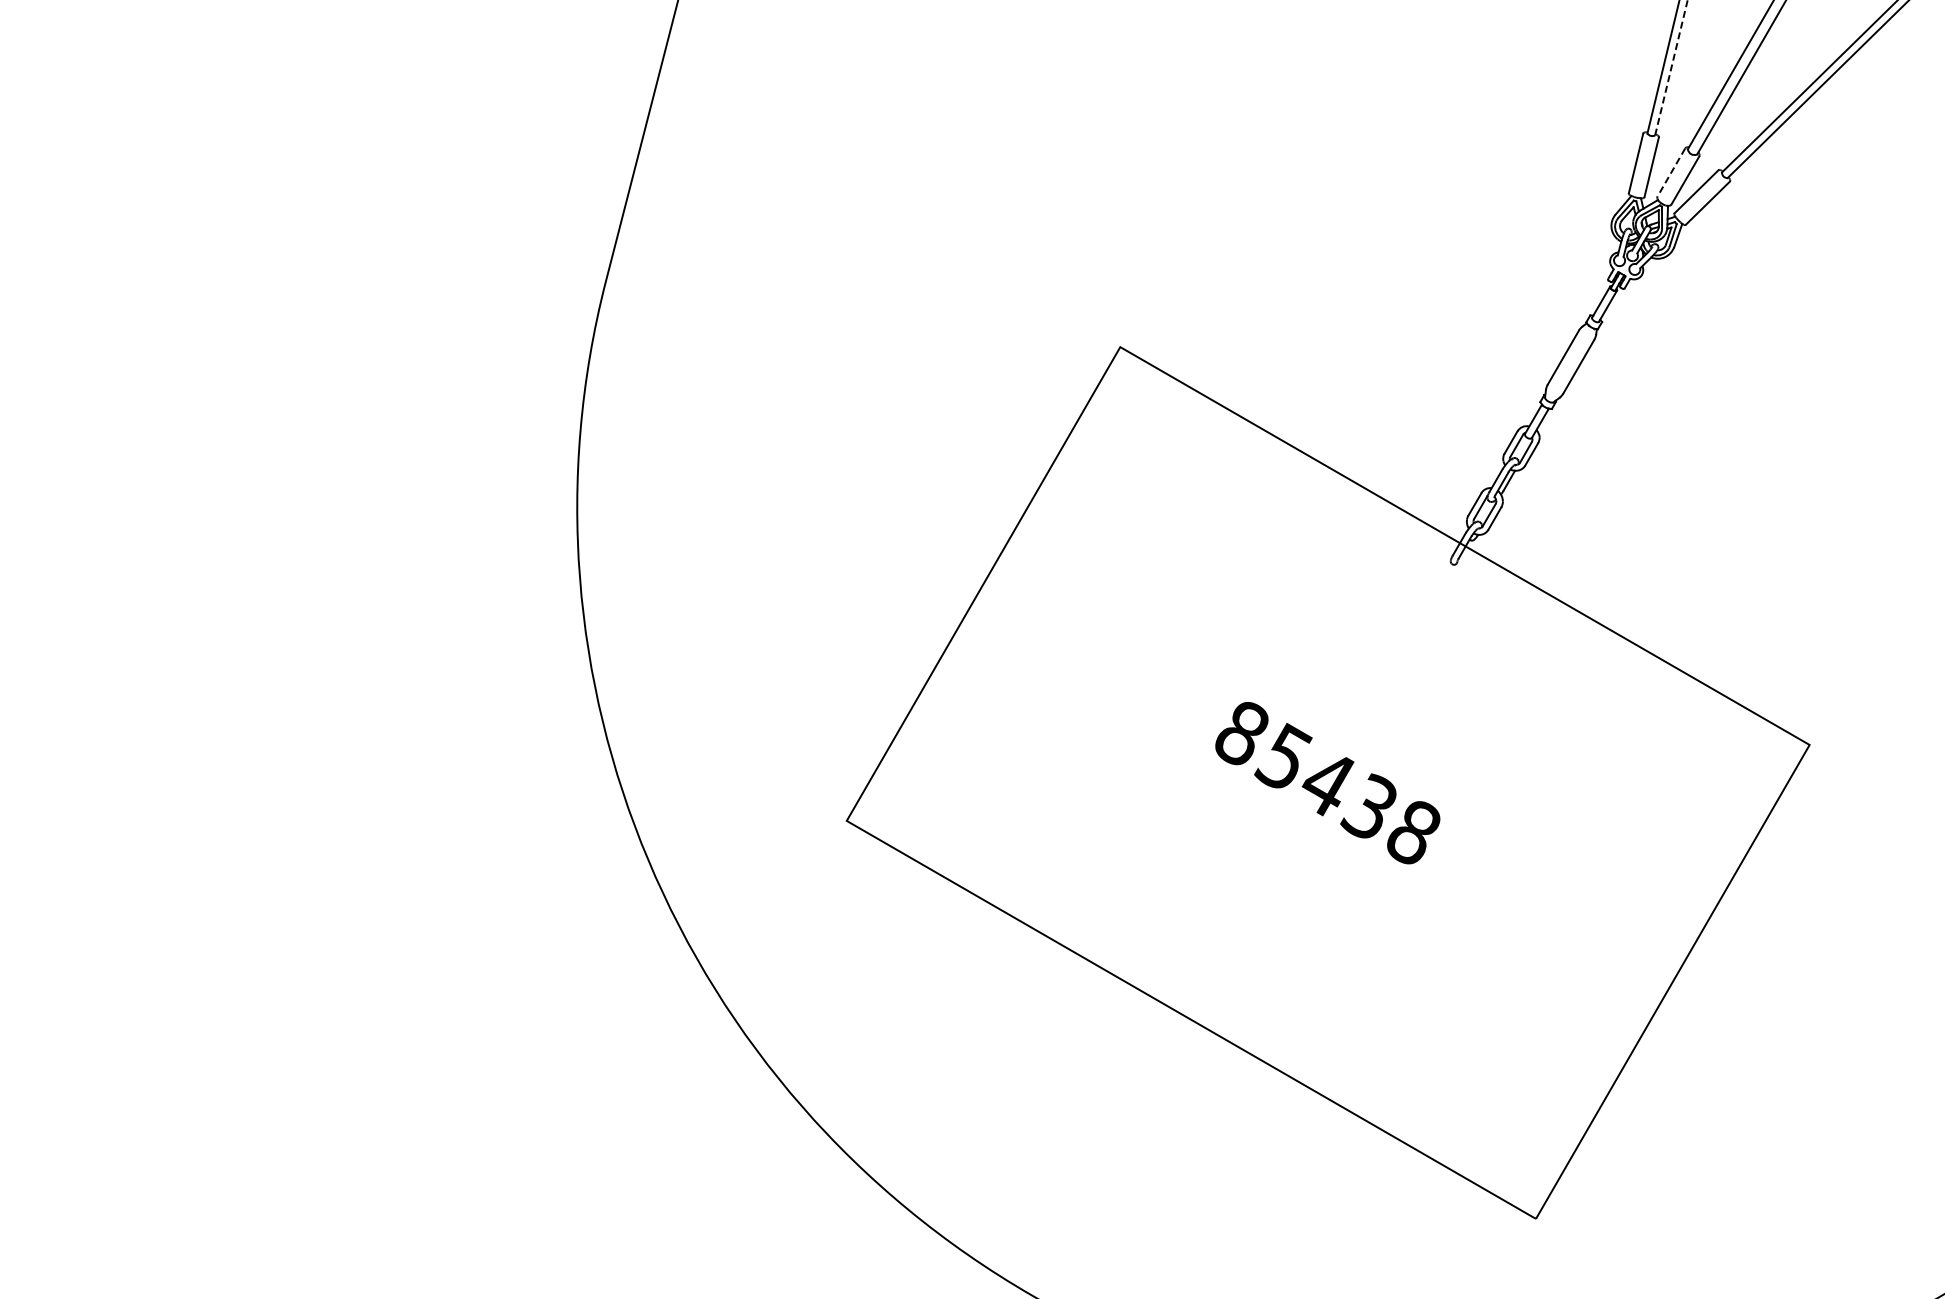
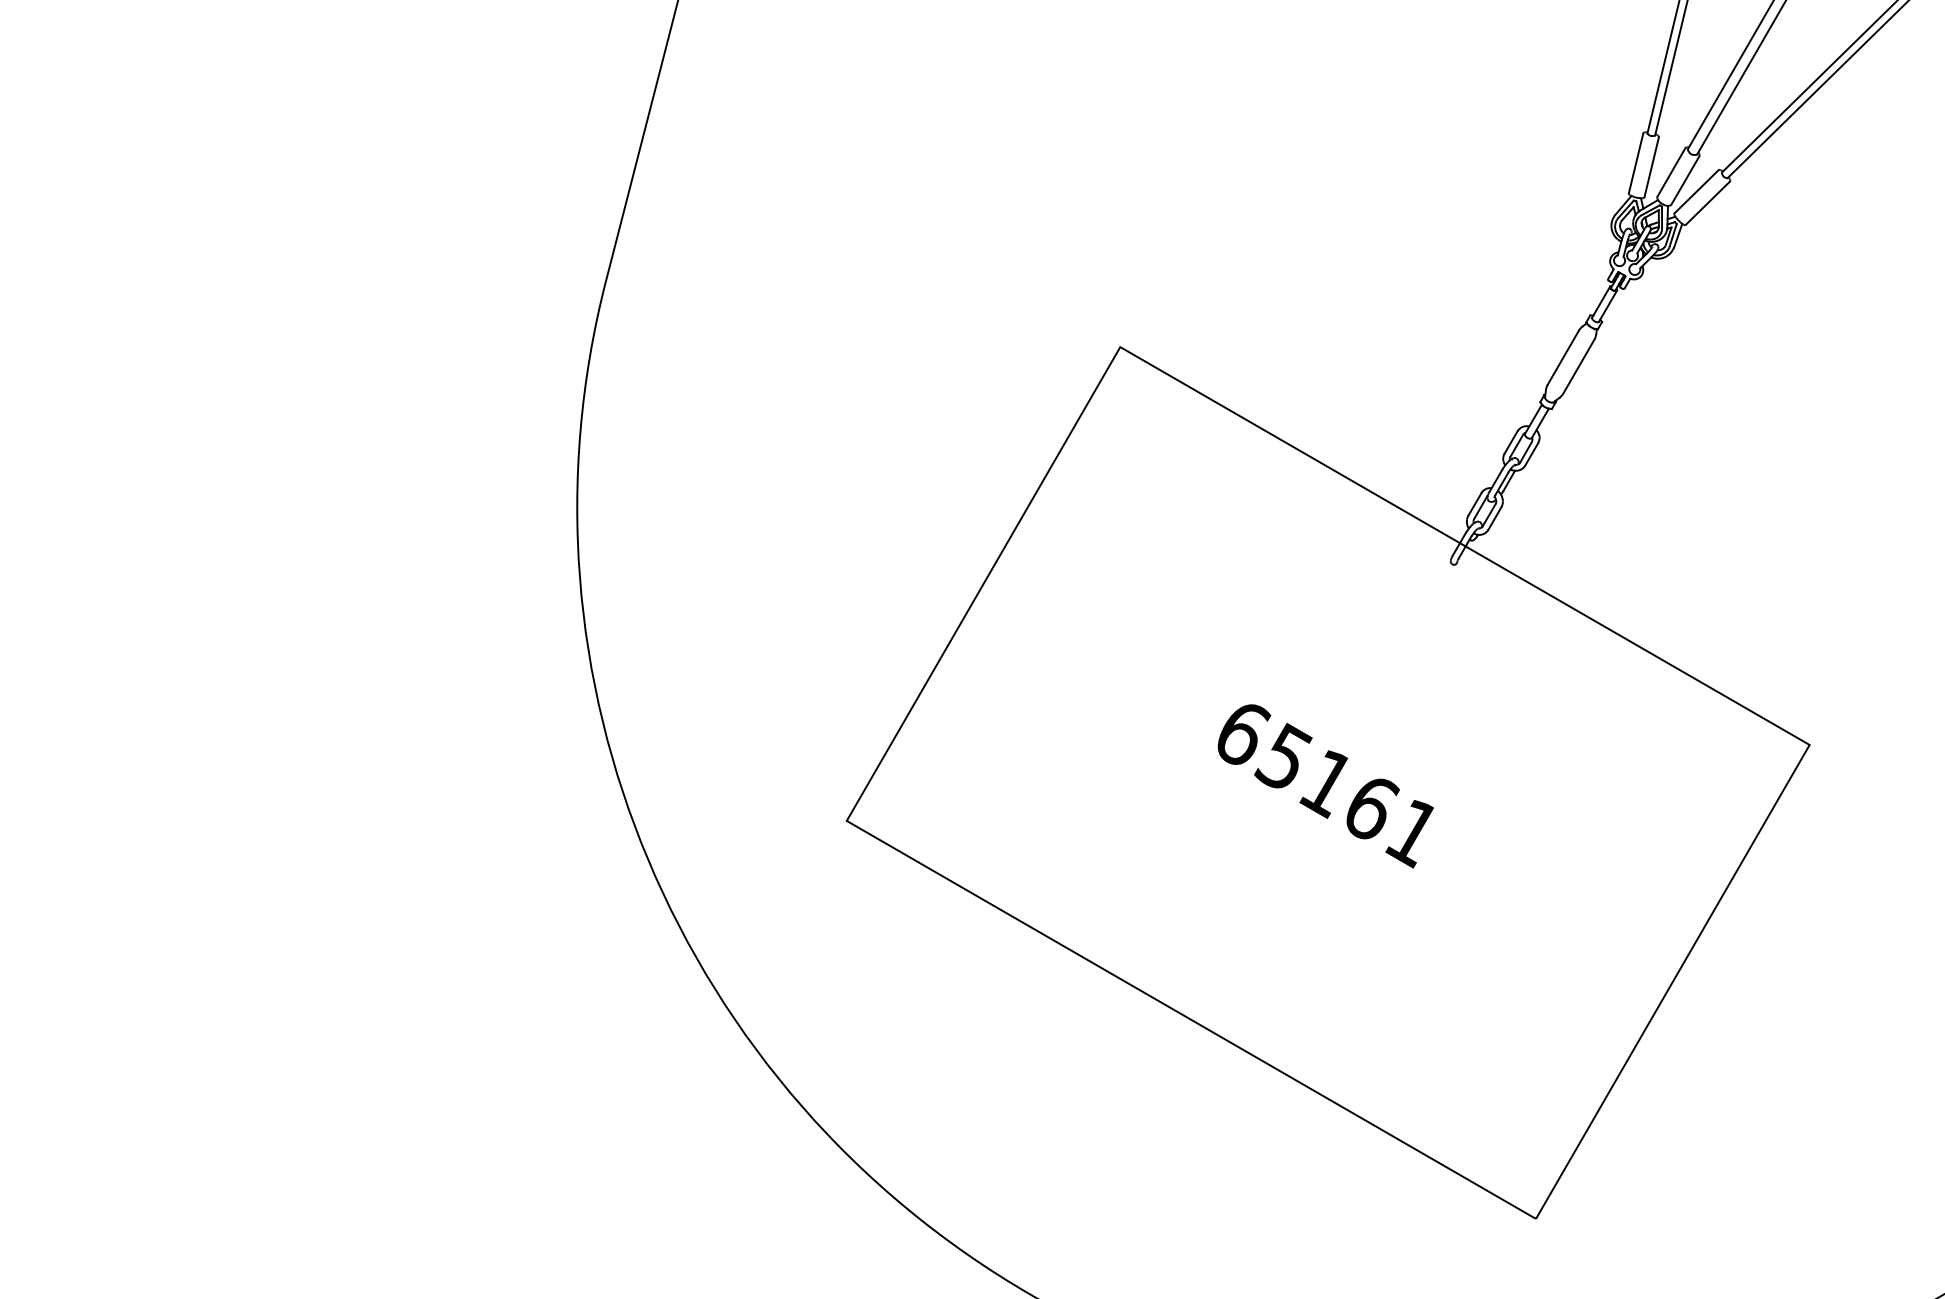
line at (1671, 67): dashed -> solid
line at (1671, 172): dashed -> solid
text at (1327, 785): 85438 -> 65161
